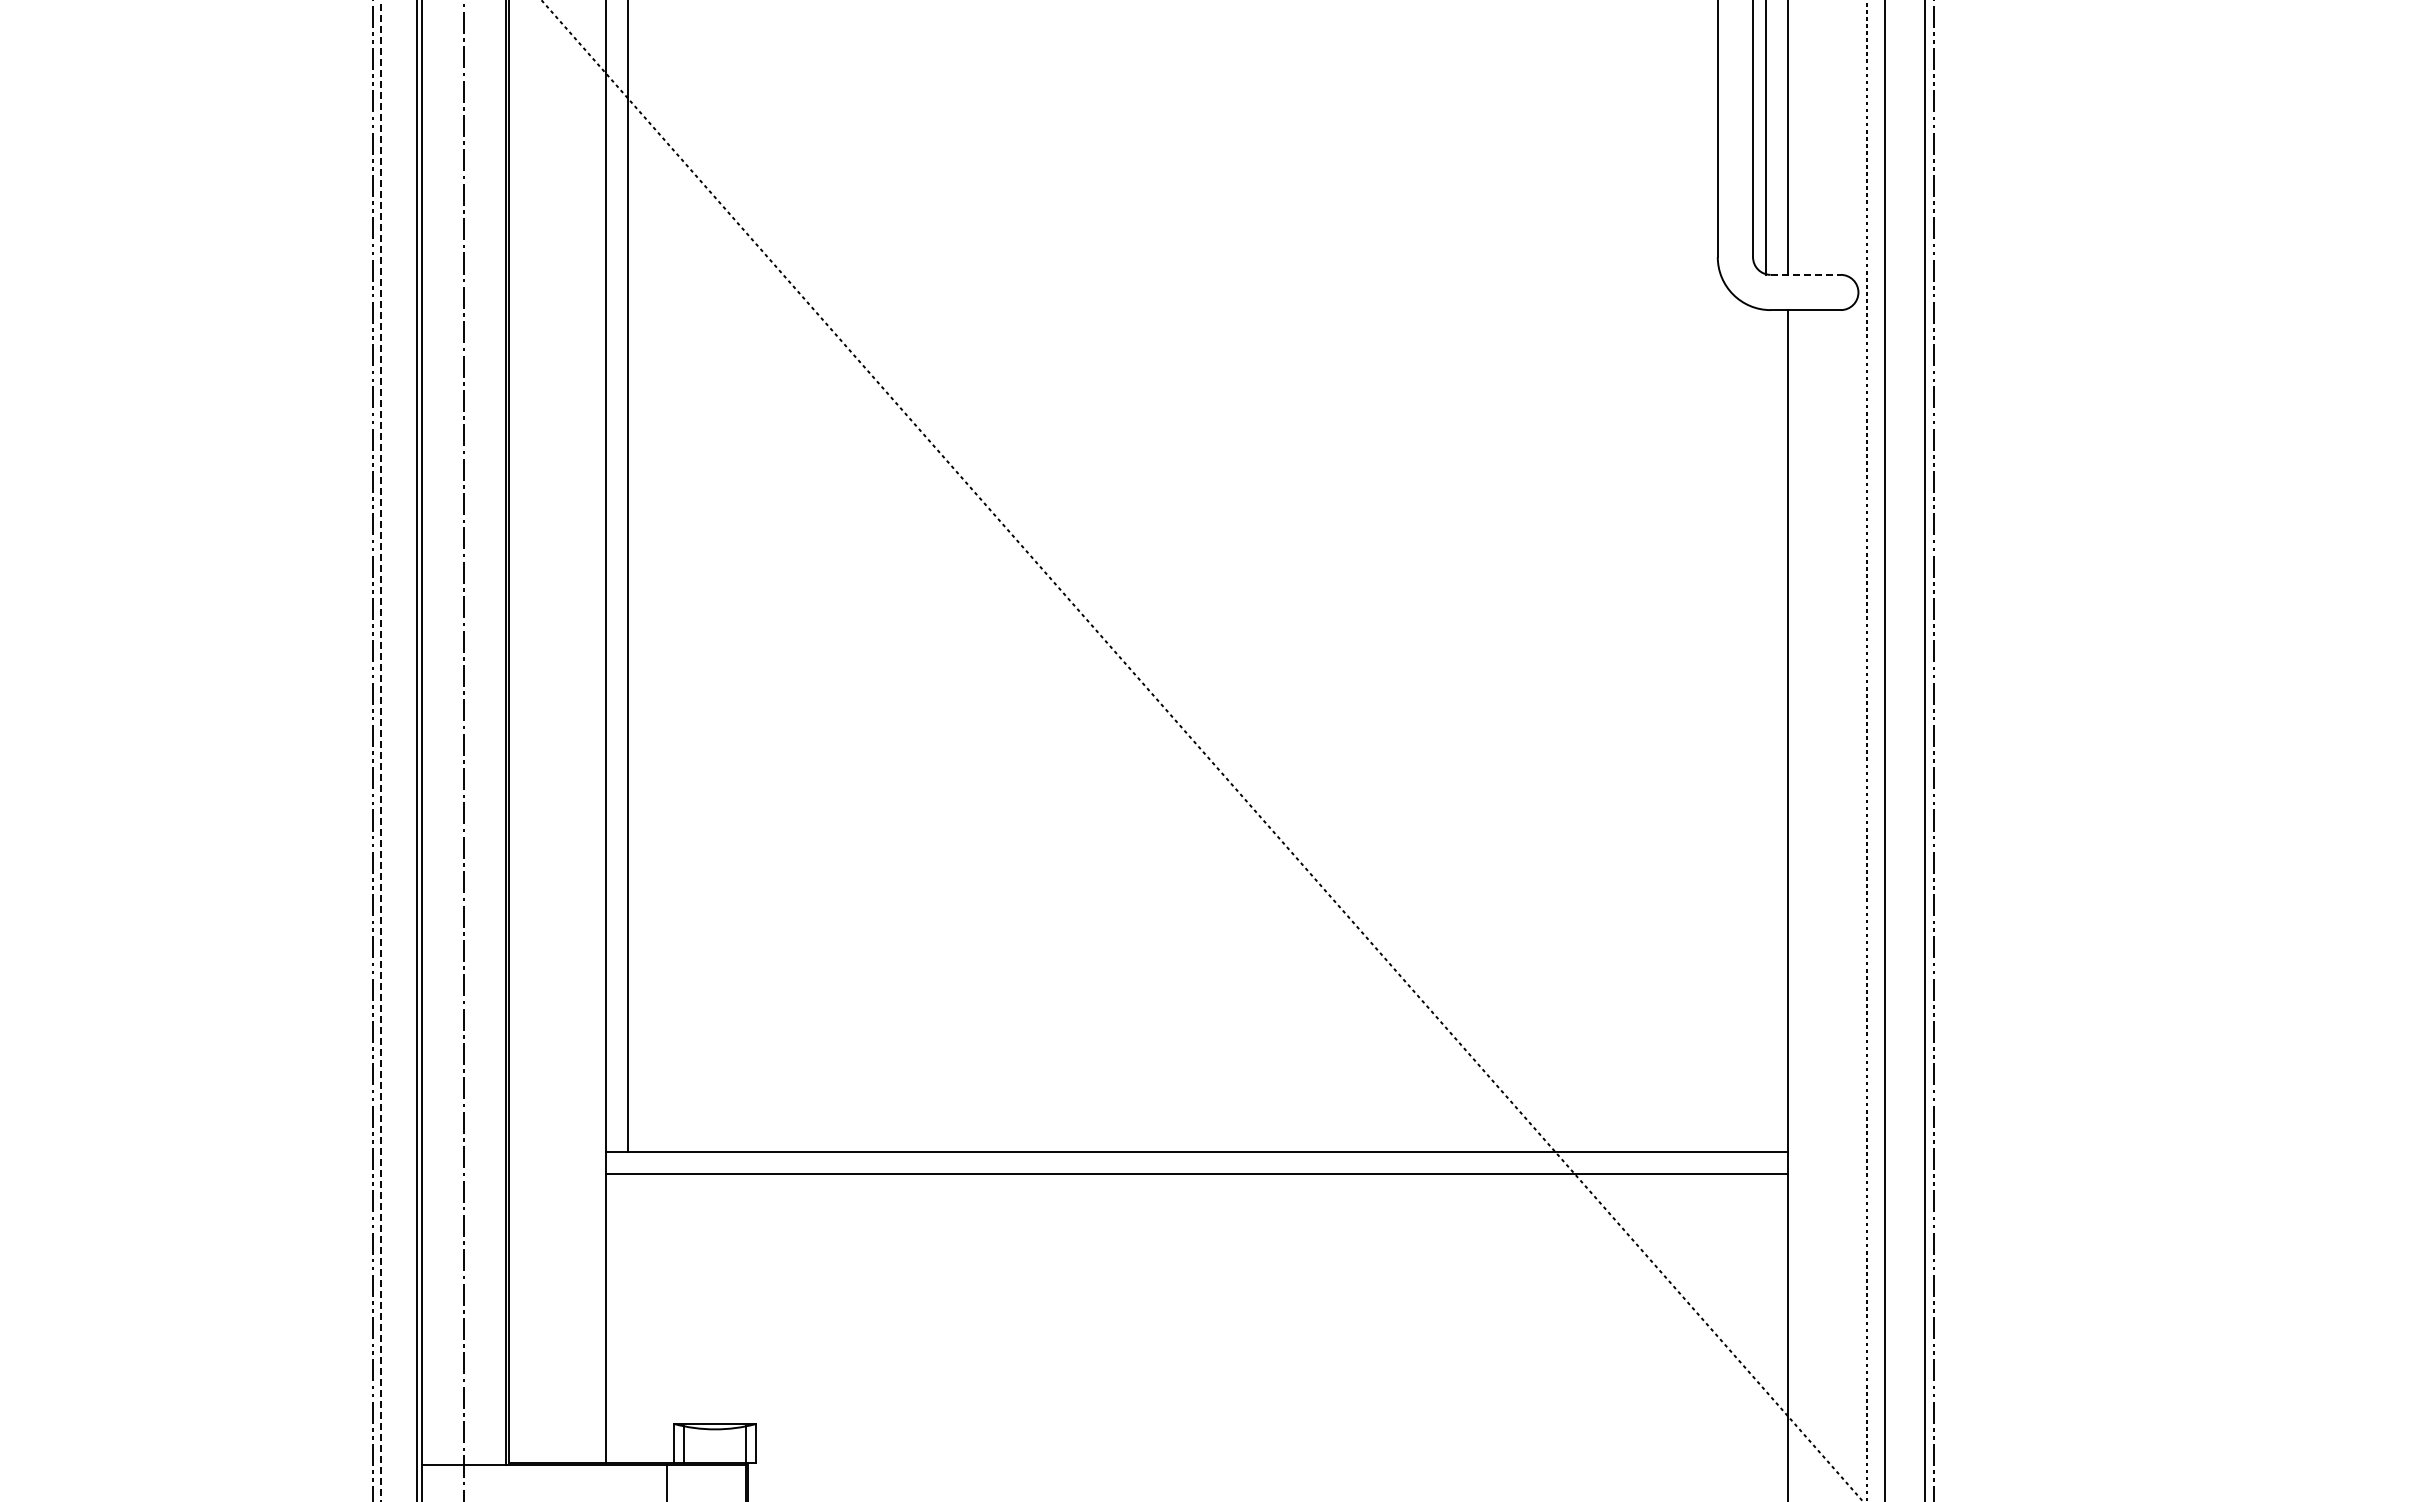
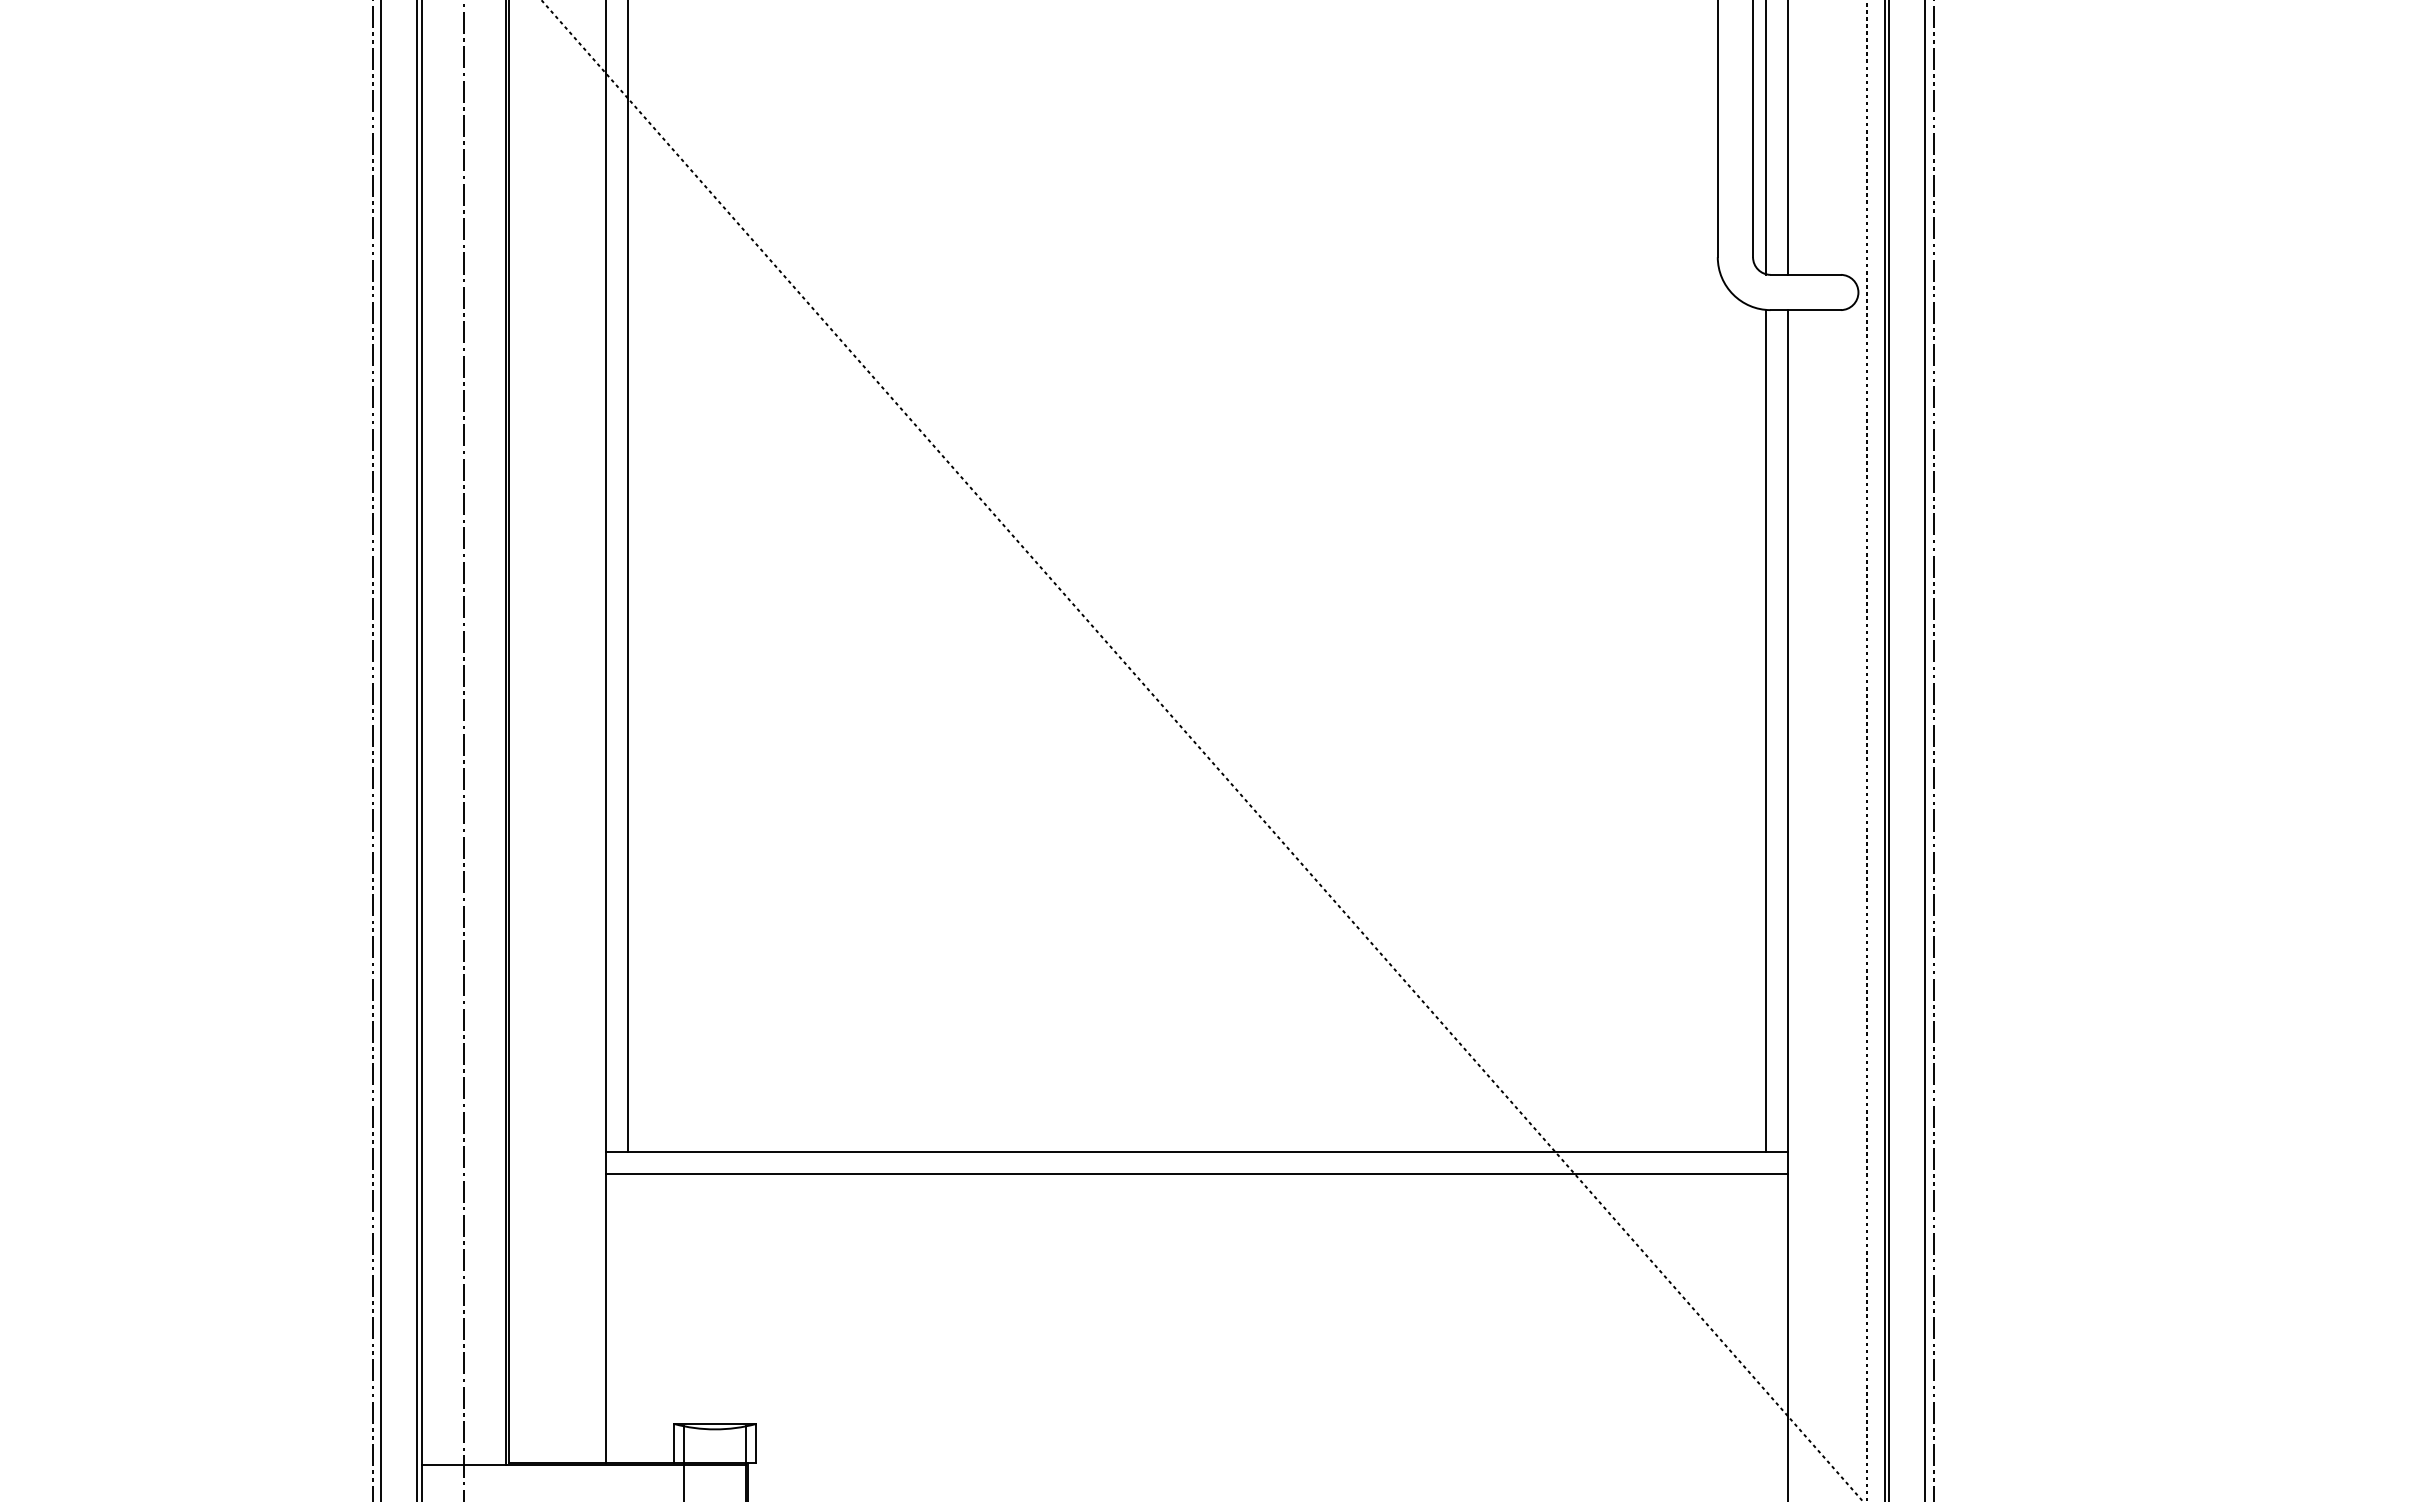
line at (1806, 274): dashed -> solid
line at (1766, 730): none -> present
line at (381, 750): dashed -> solid
line at (1889, 750): none -> present
line at (667, 1481) position: (667, 1481) -> (684, 1481)
